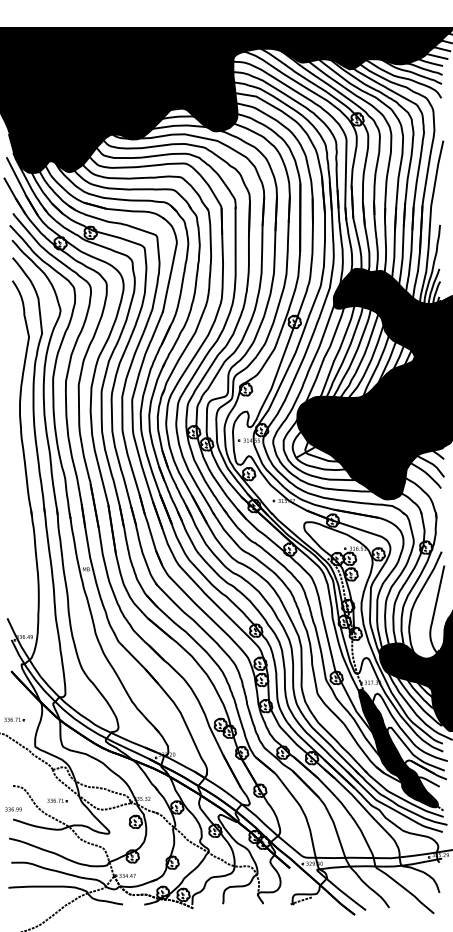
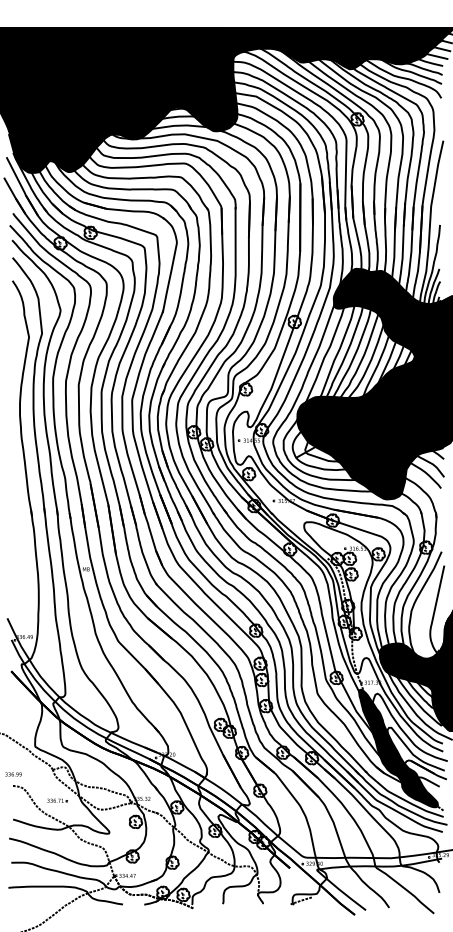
part at (14, 719): present -> none
text at (13, 809) position: (13, 809) -> (13, 774)
